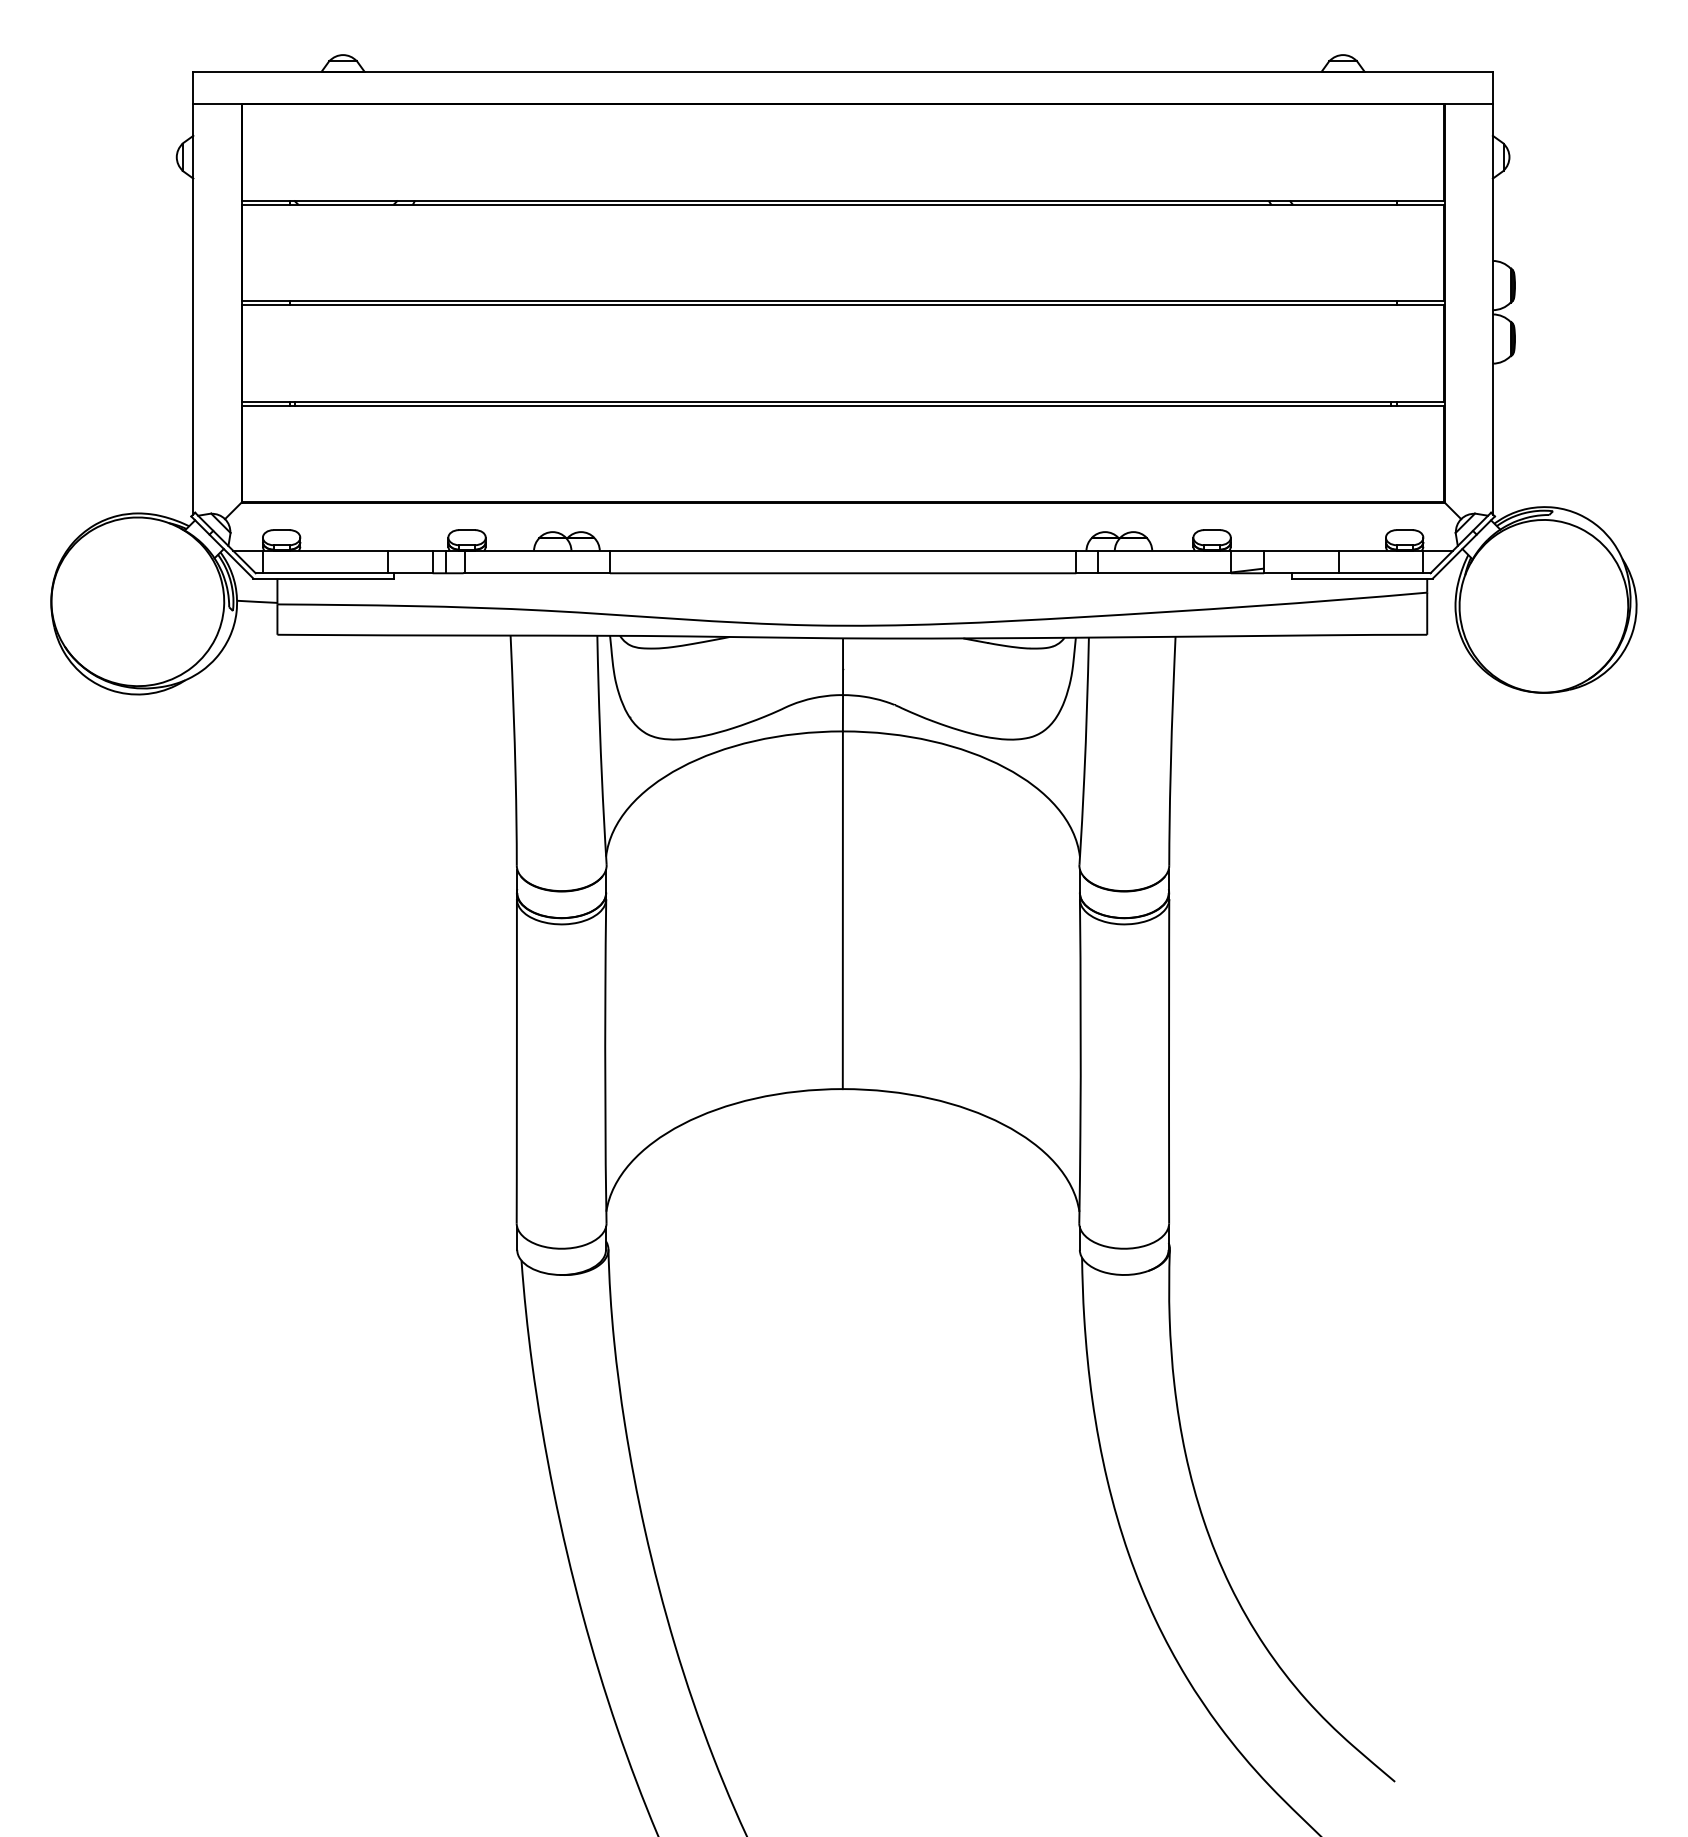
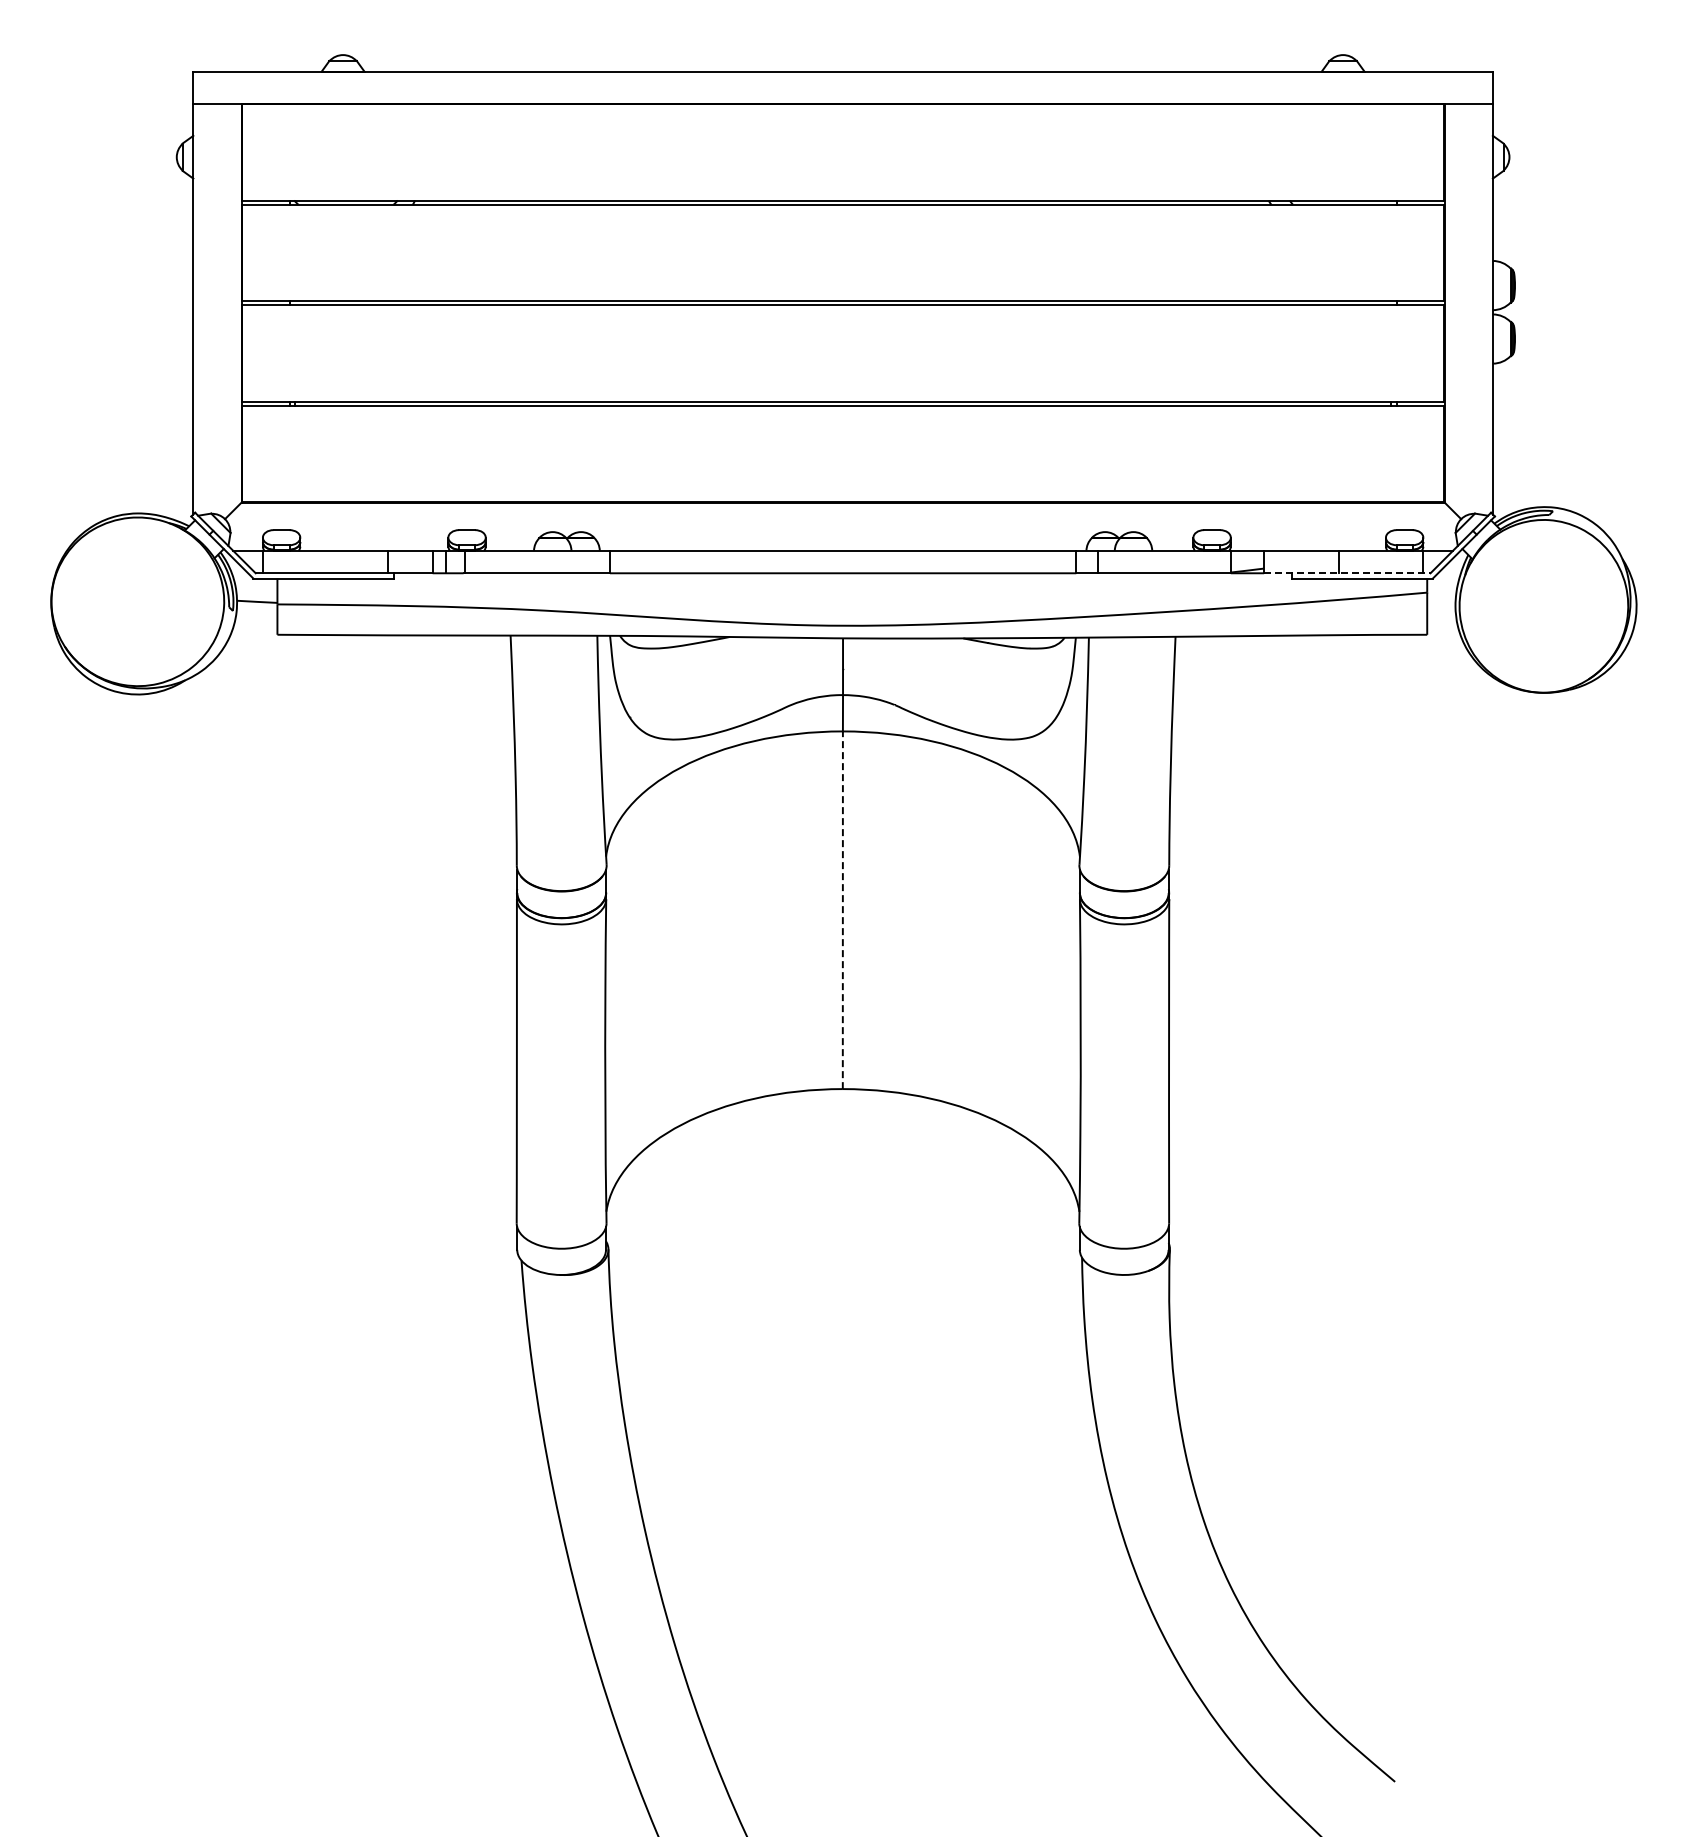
line at (1347, 573): solid -> dashed
line at (842, 910): solid -> dashed
